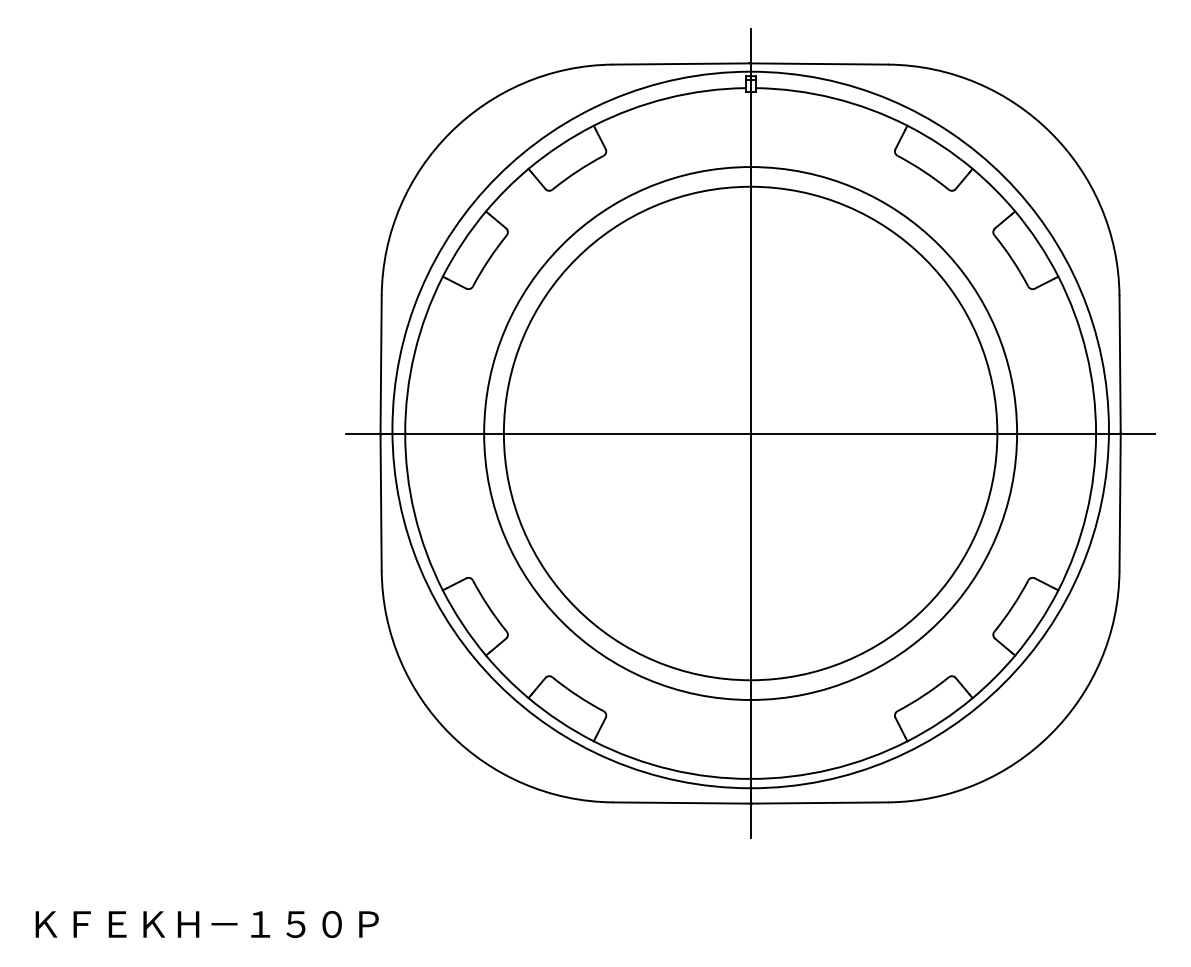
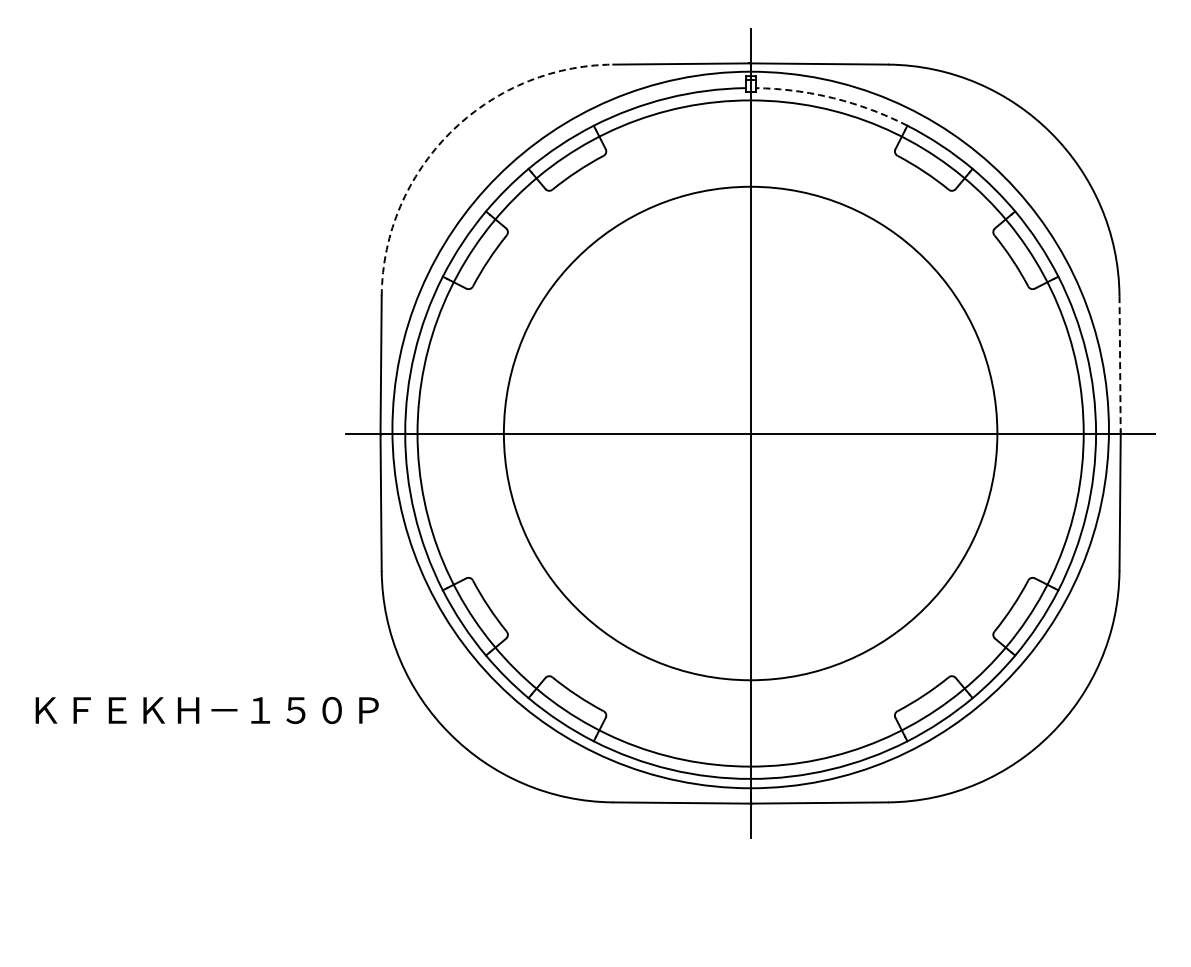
arc at (833, 98): solid -> dashed
arc at (450, 133): solid -> dashed
line at (1120, 364): solid -> dashed
circle at (750, 433) diameter: 533 px -> 666 px
text at (206, 924) position: (206, 924) -> (206, 710)
